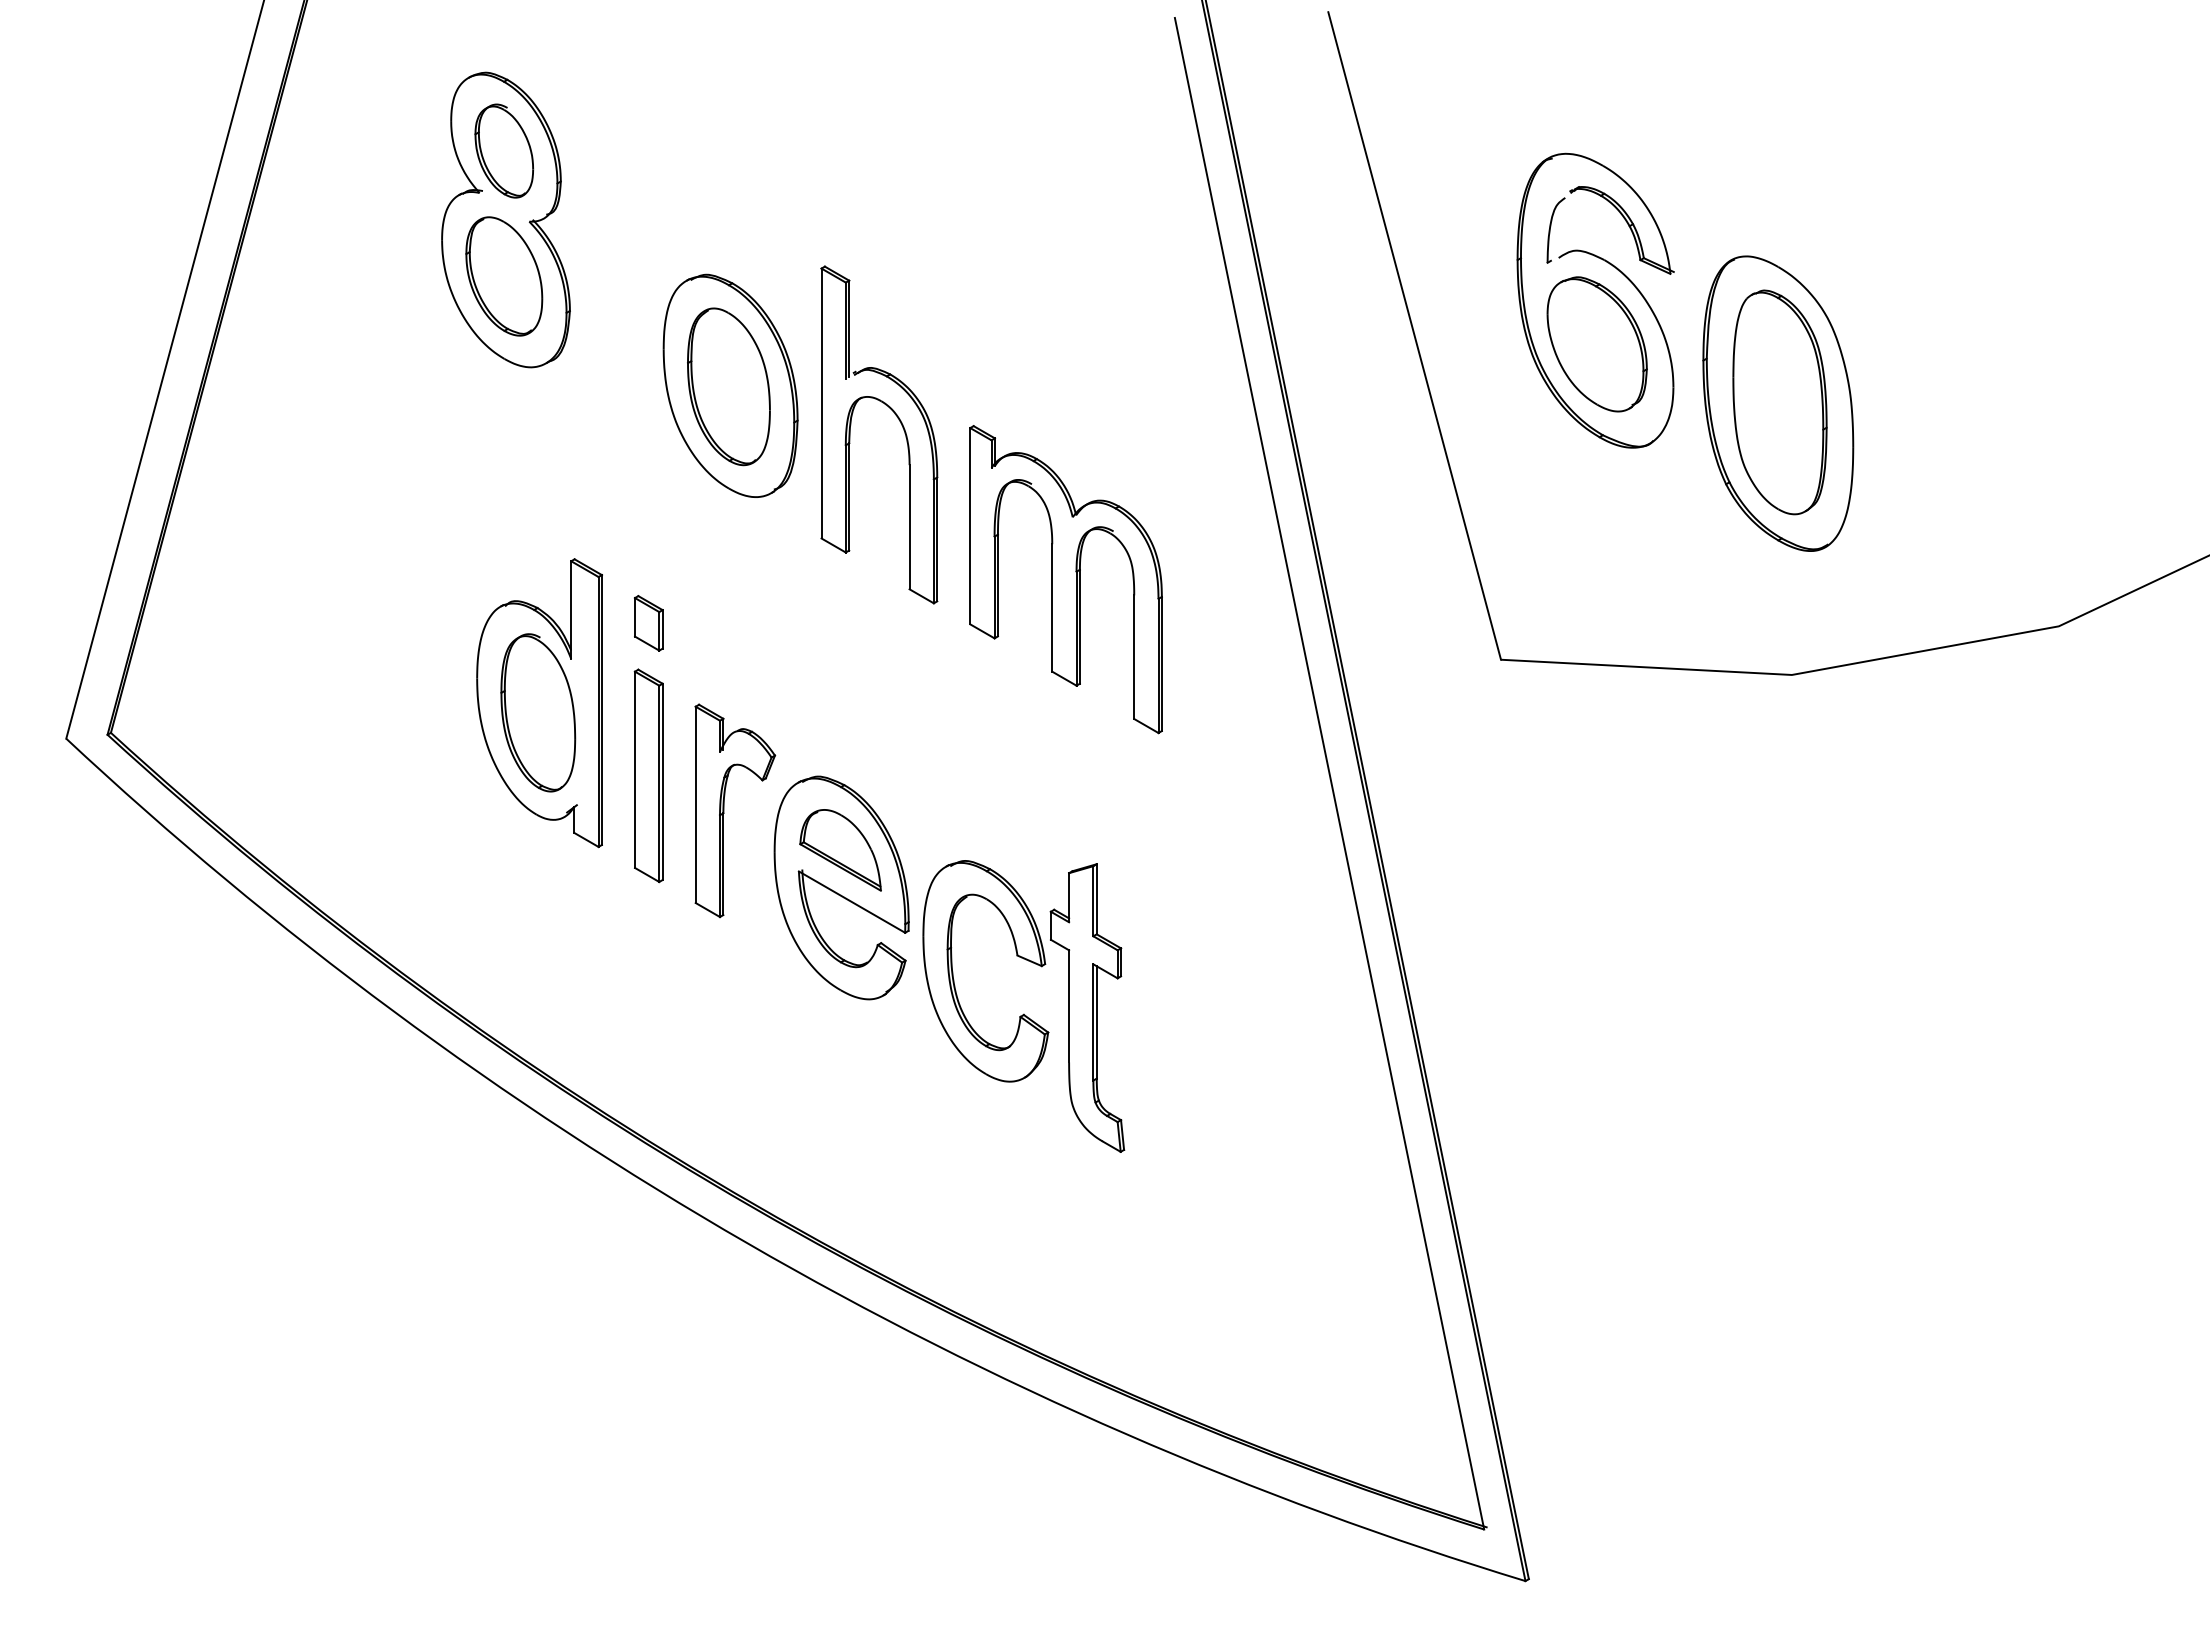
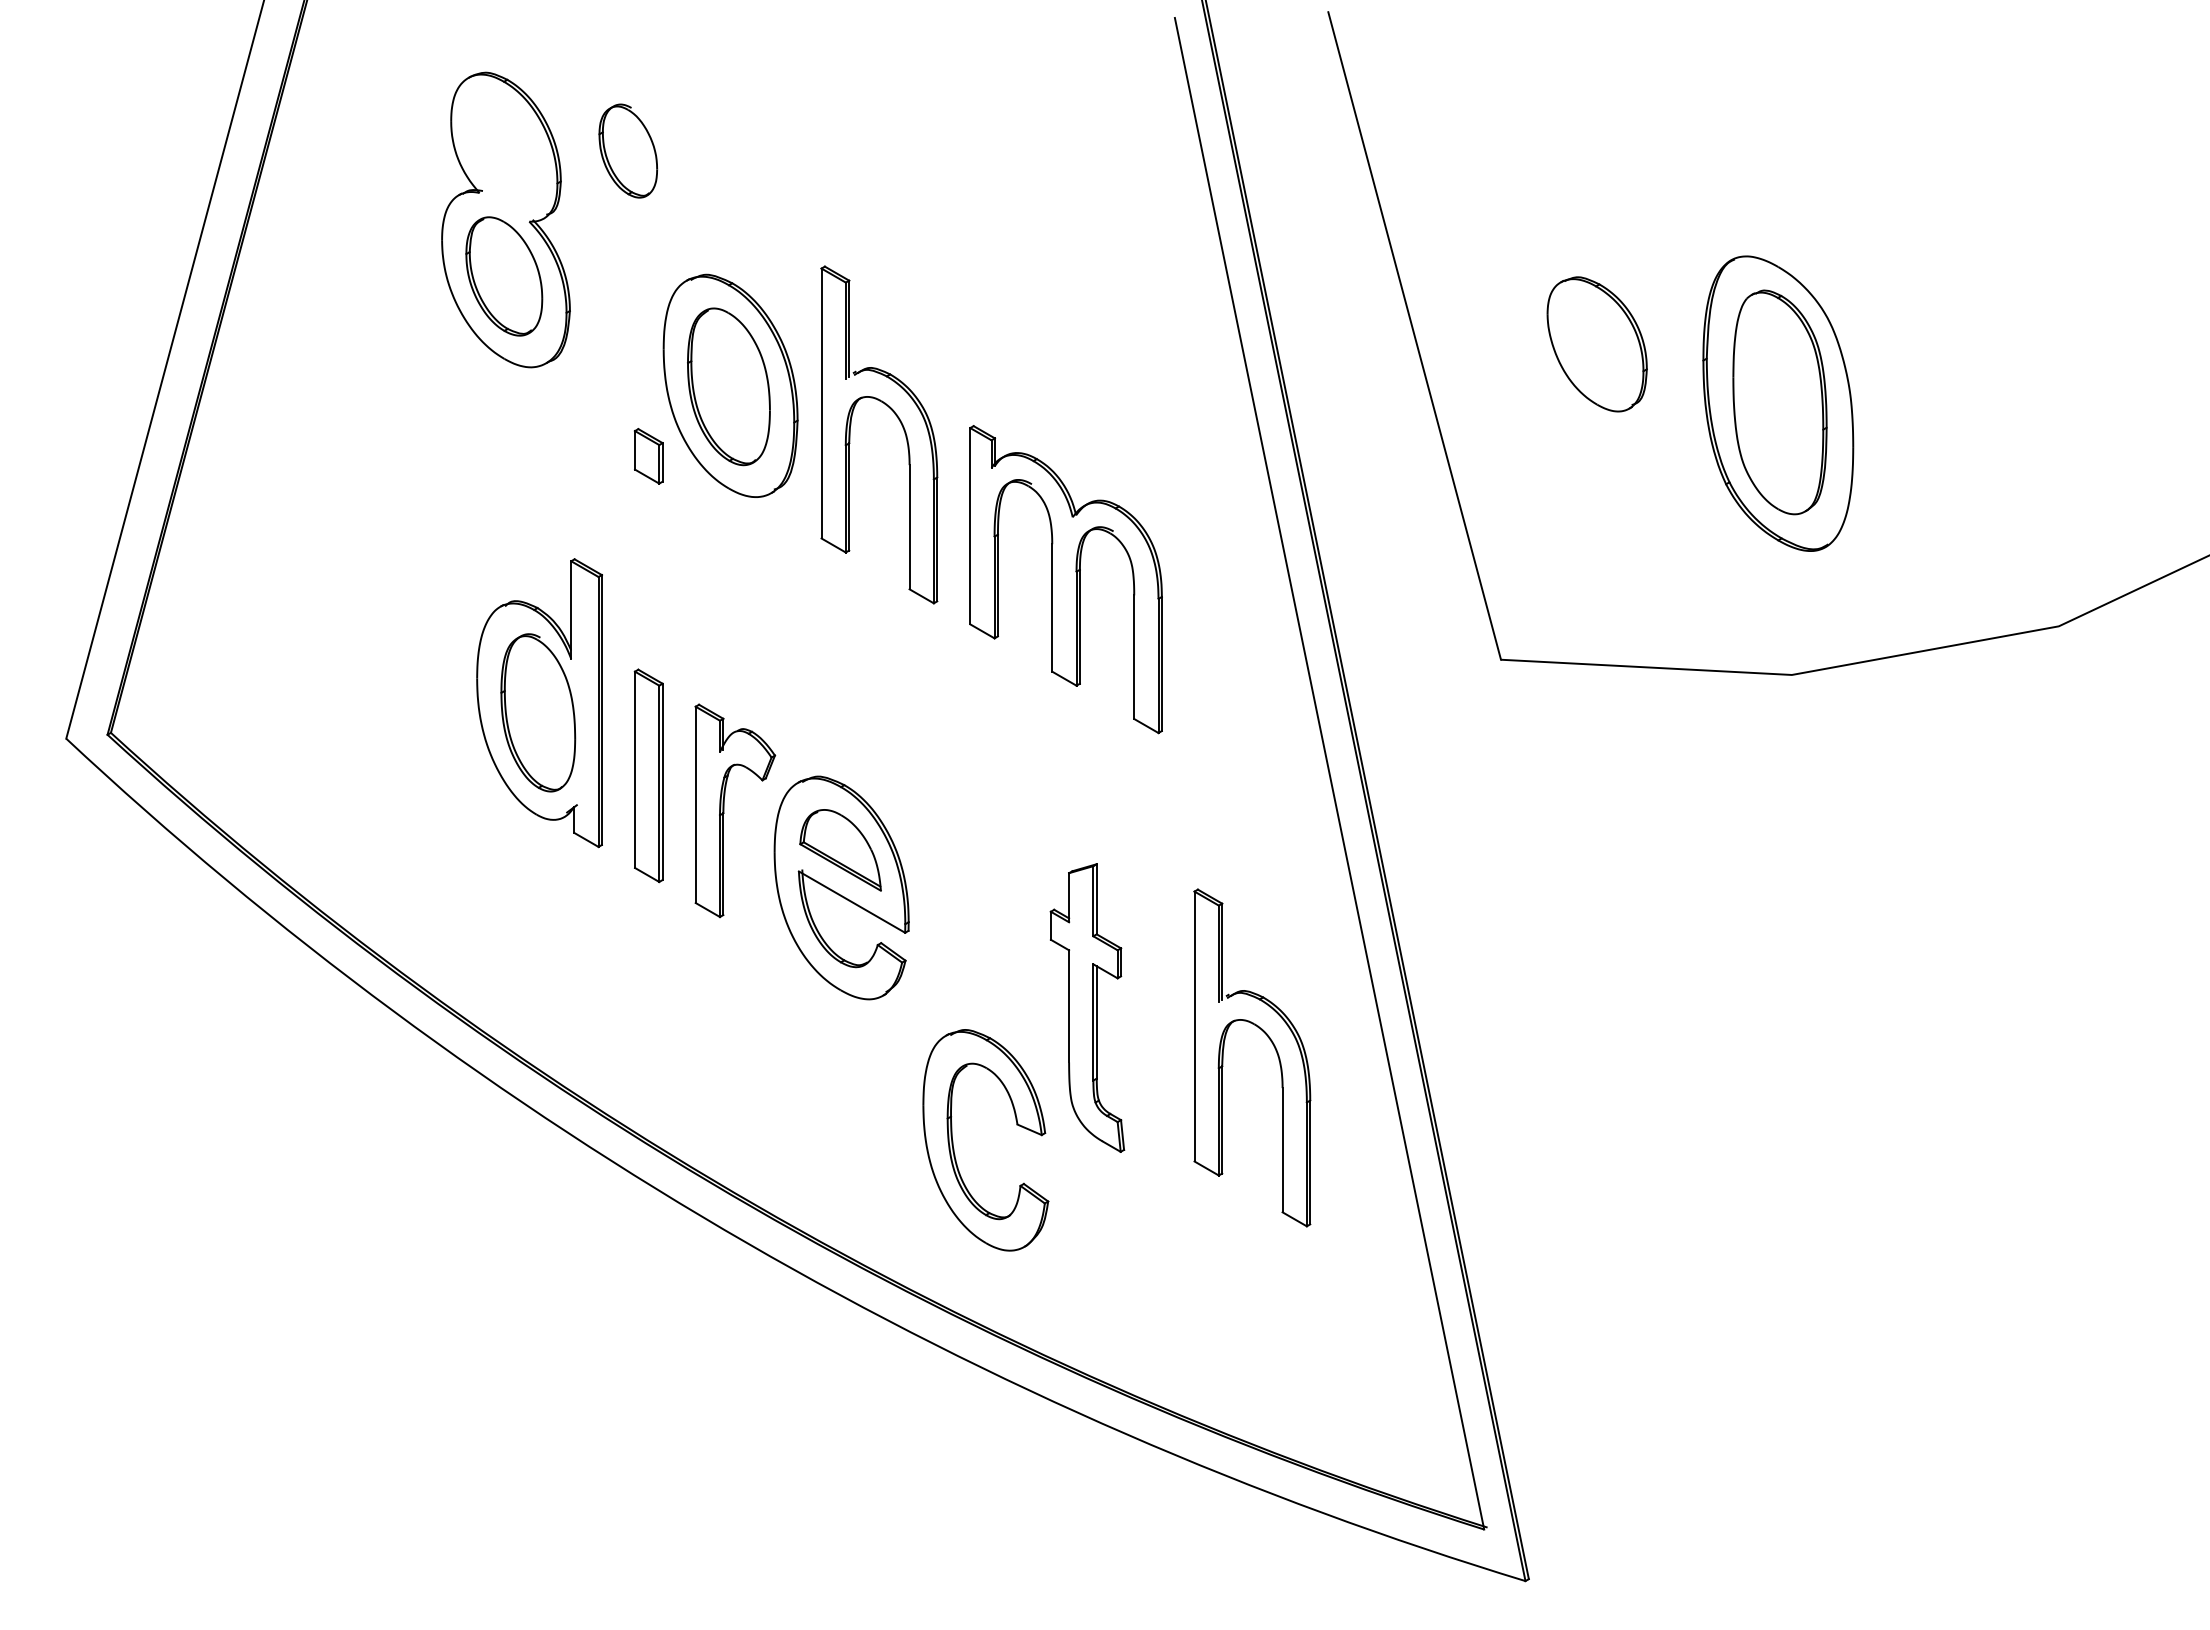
part at (504, 150) position: (504, 150) -> (628, 150)
part at (1617, 270): present -> none
part at (648, 623) position: (648, 623) -> (648, 456)
part at (953, 971) position: (953, 971) -> (953, 1140)
part at (1273, 1046): none -> present
